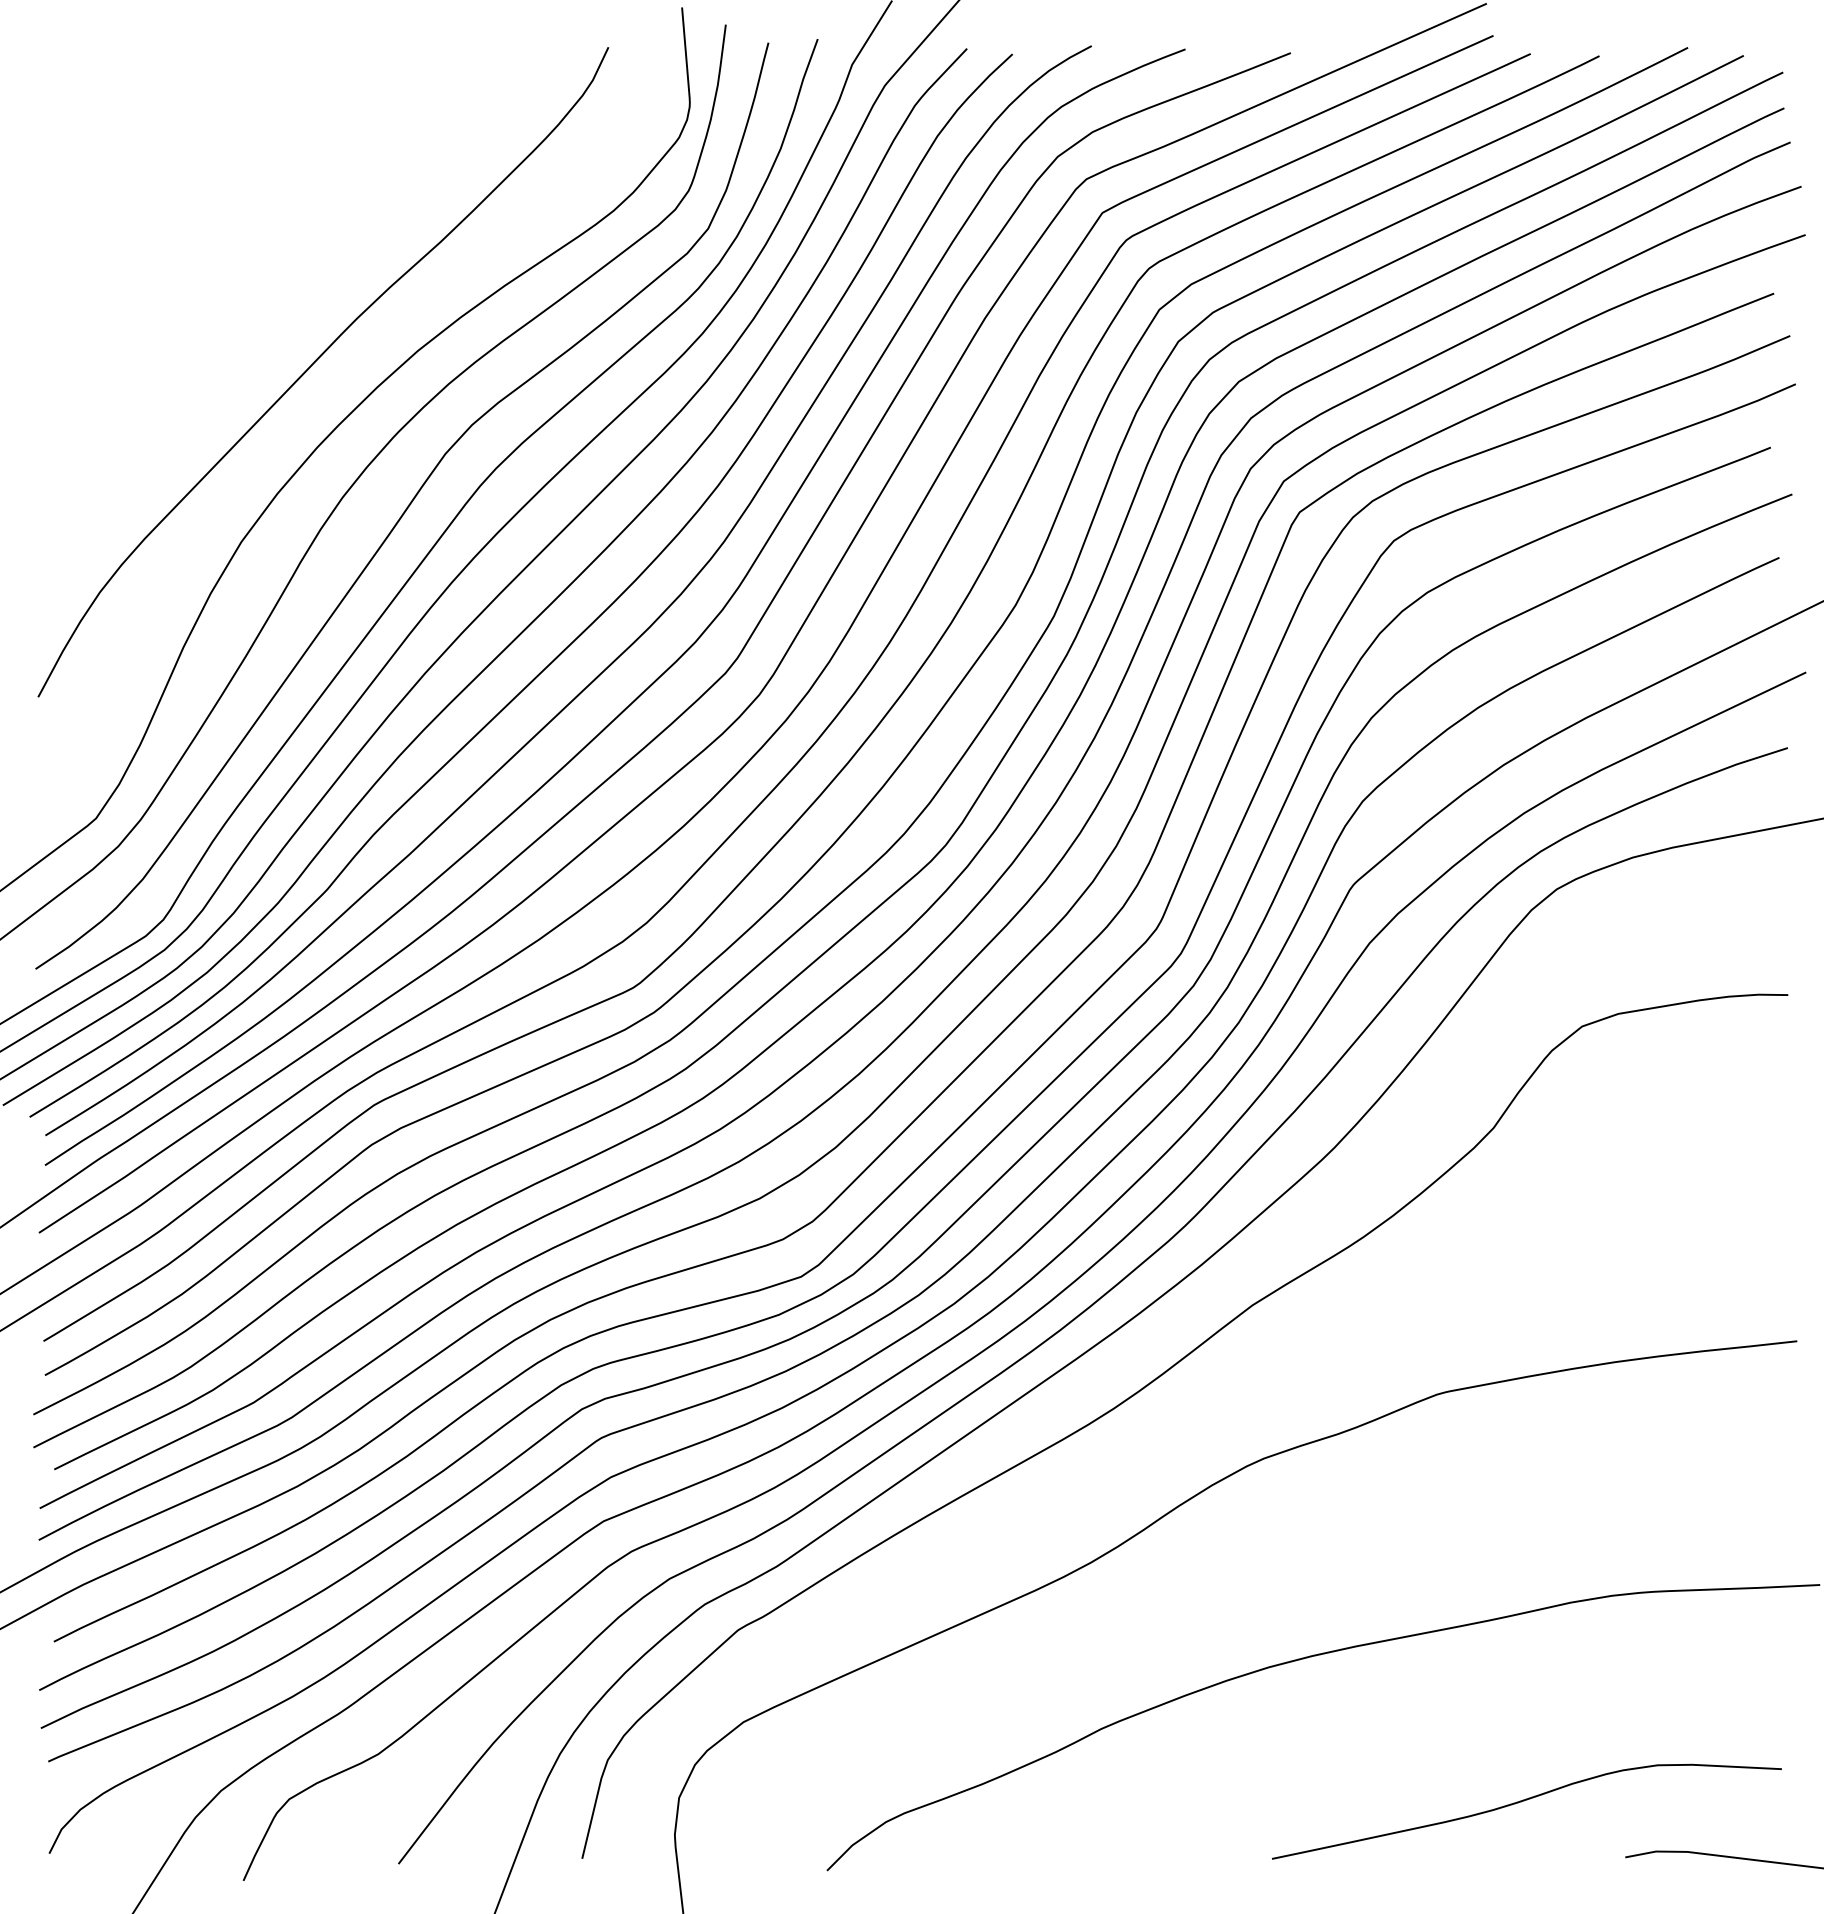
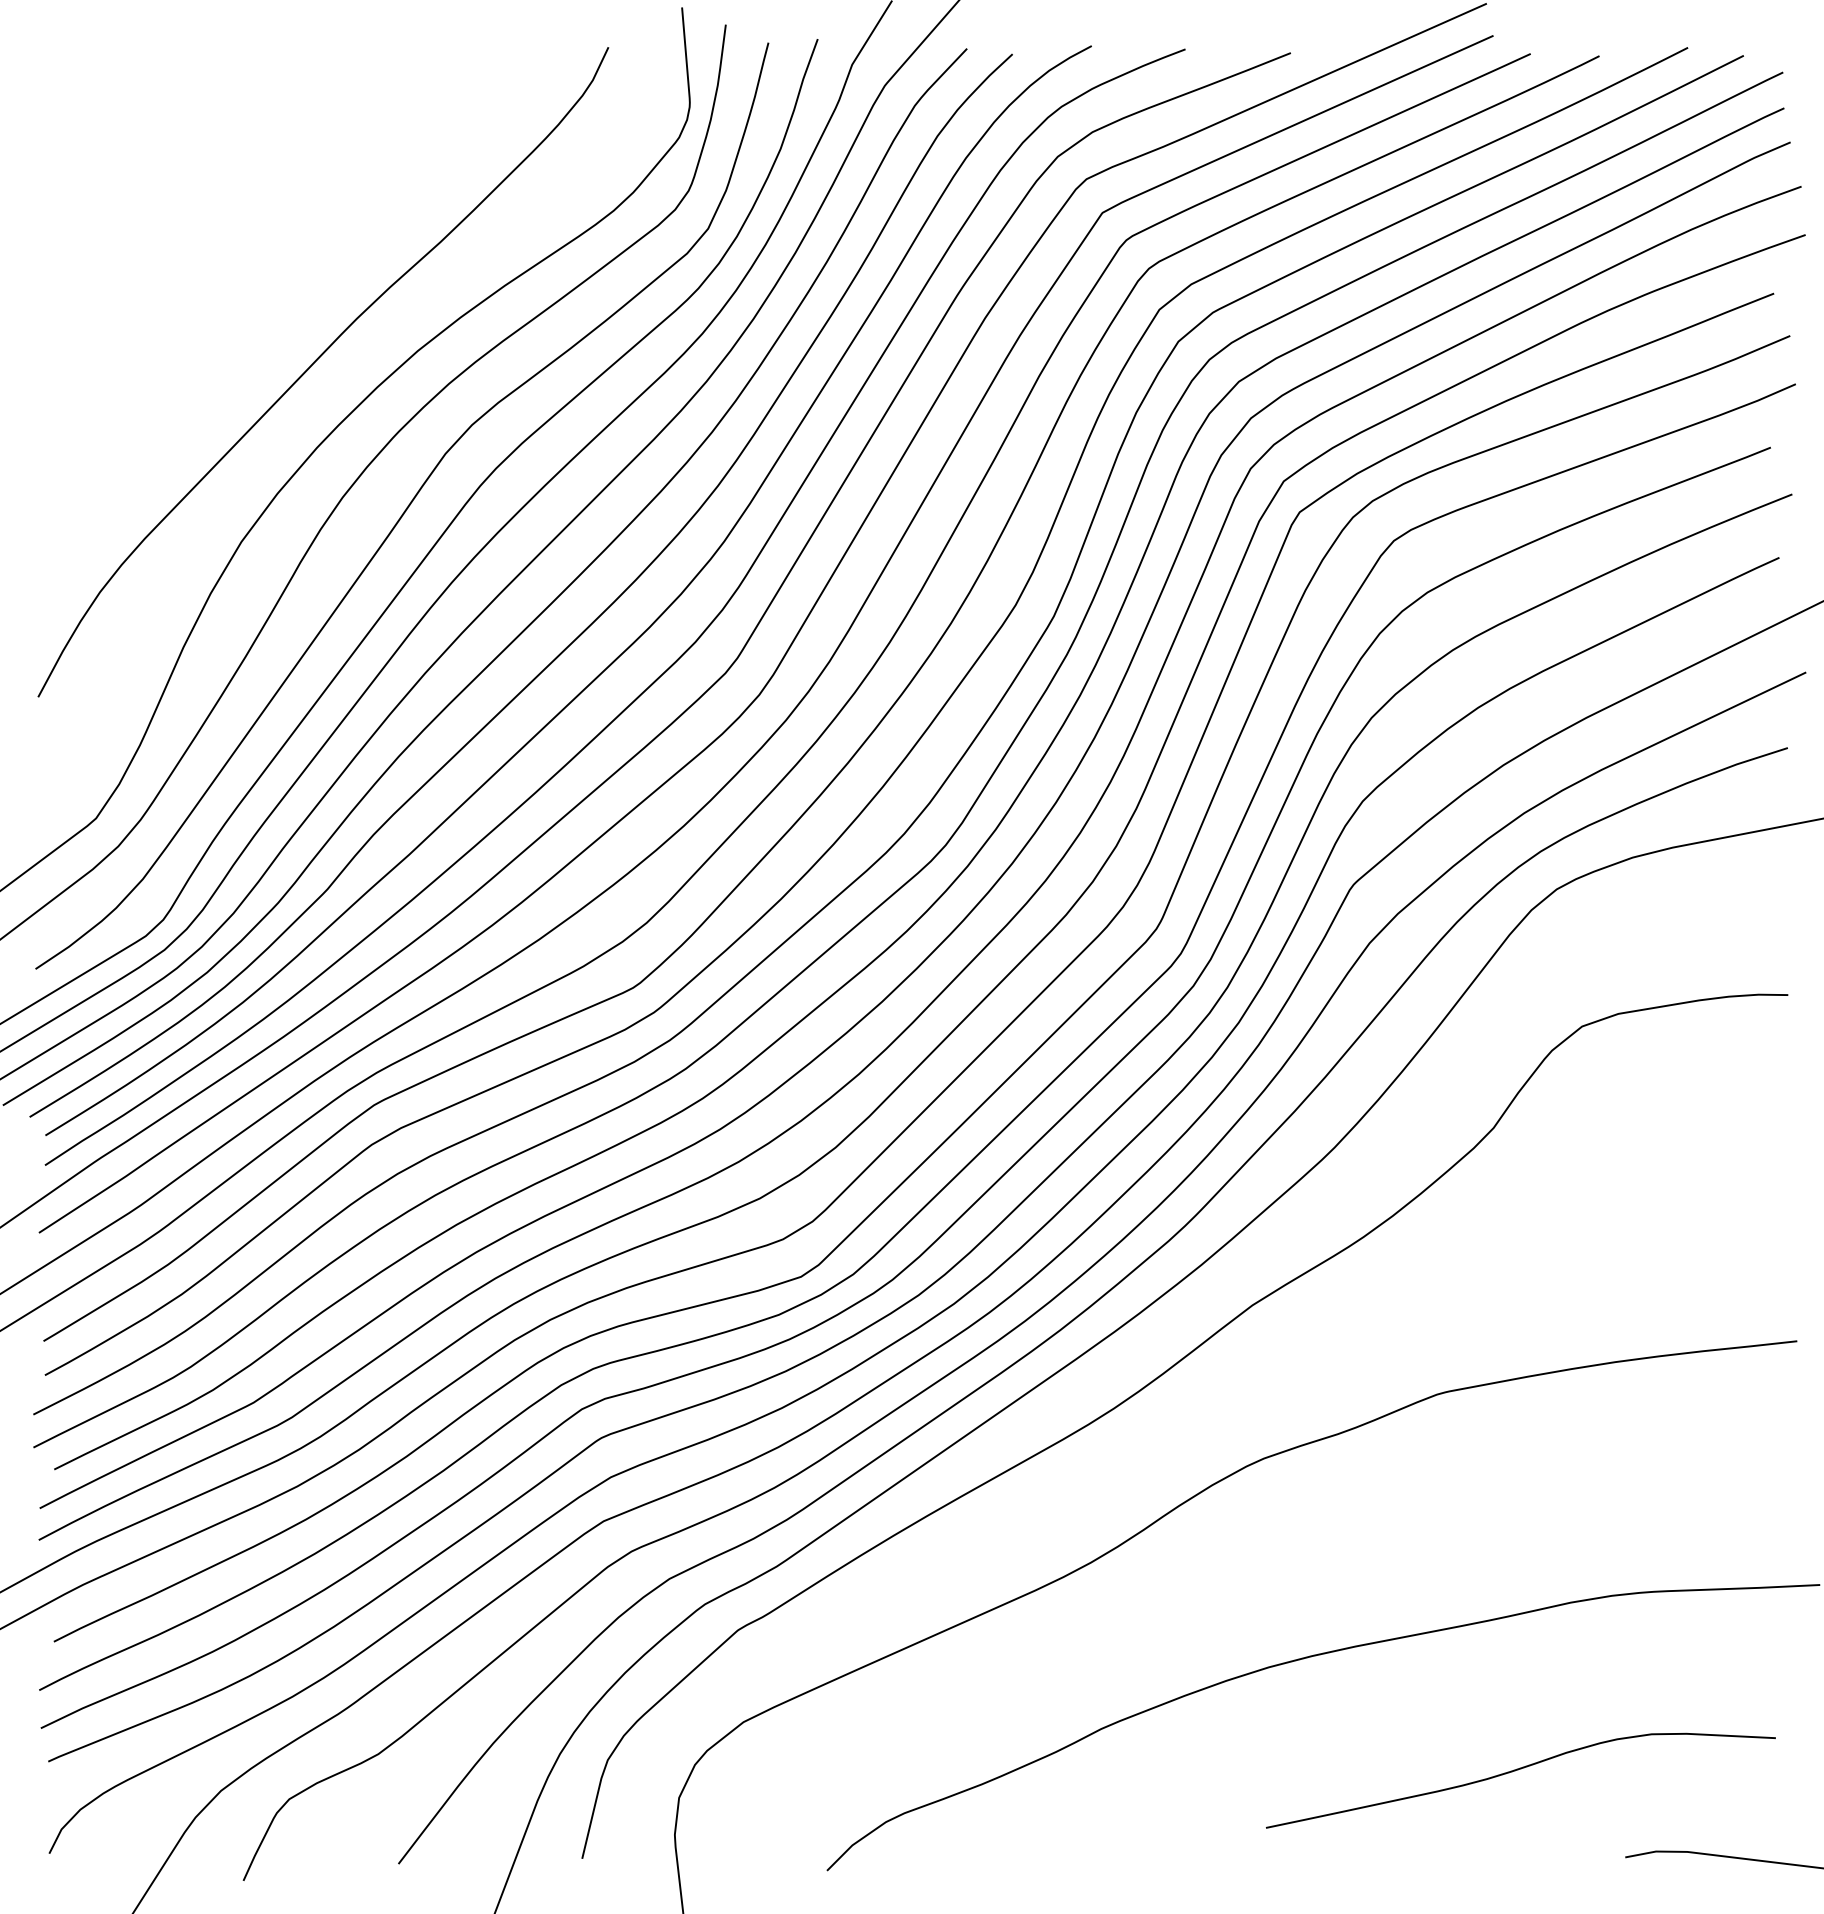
curve at (1524, 1801) position: (1524, 1801) -> (1518, 1770)
